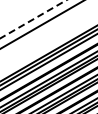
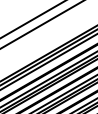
line at (33, 19): dashed -> solid
